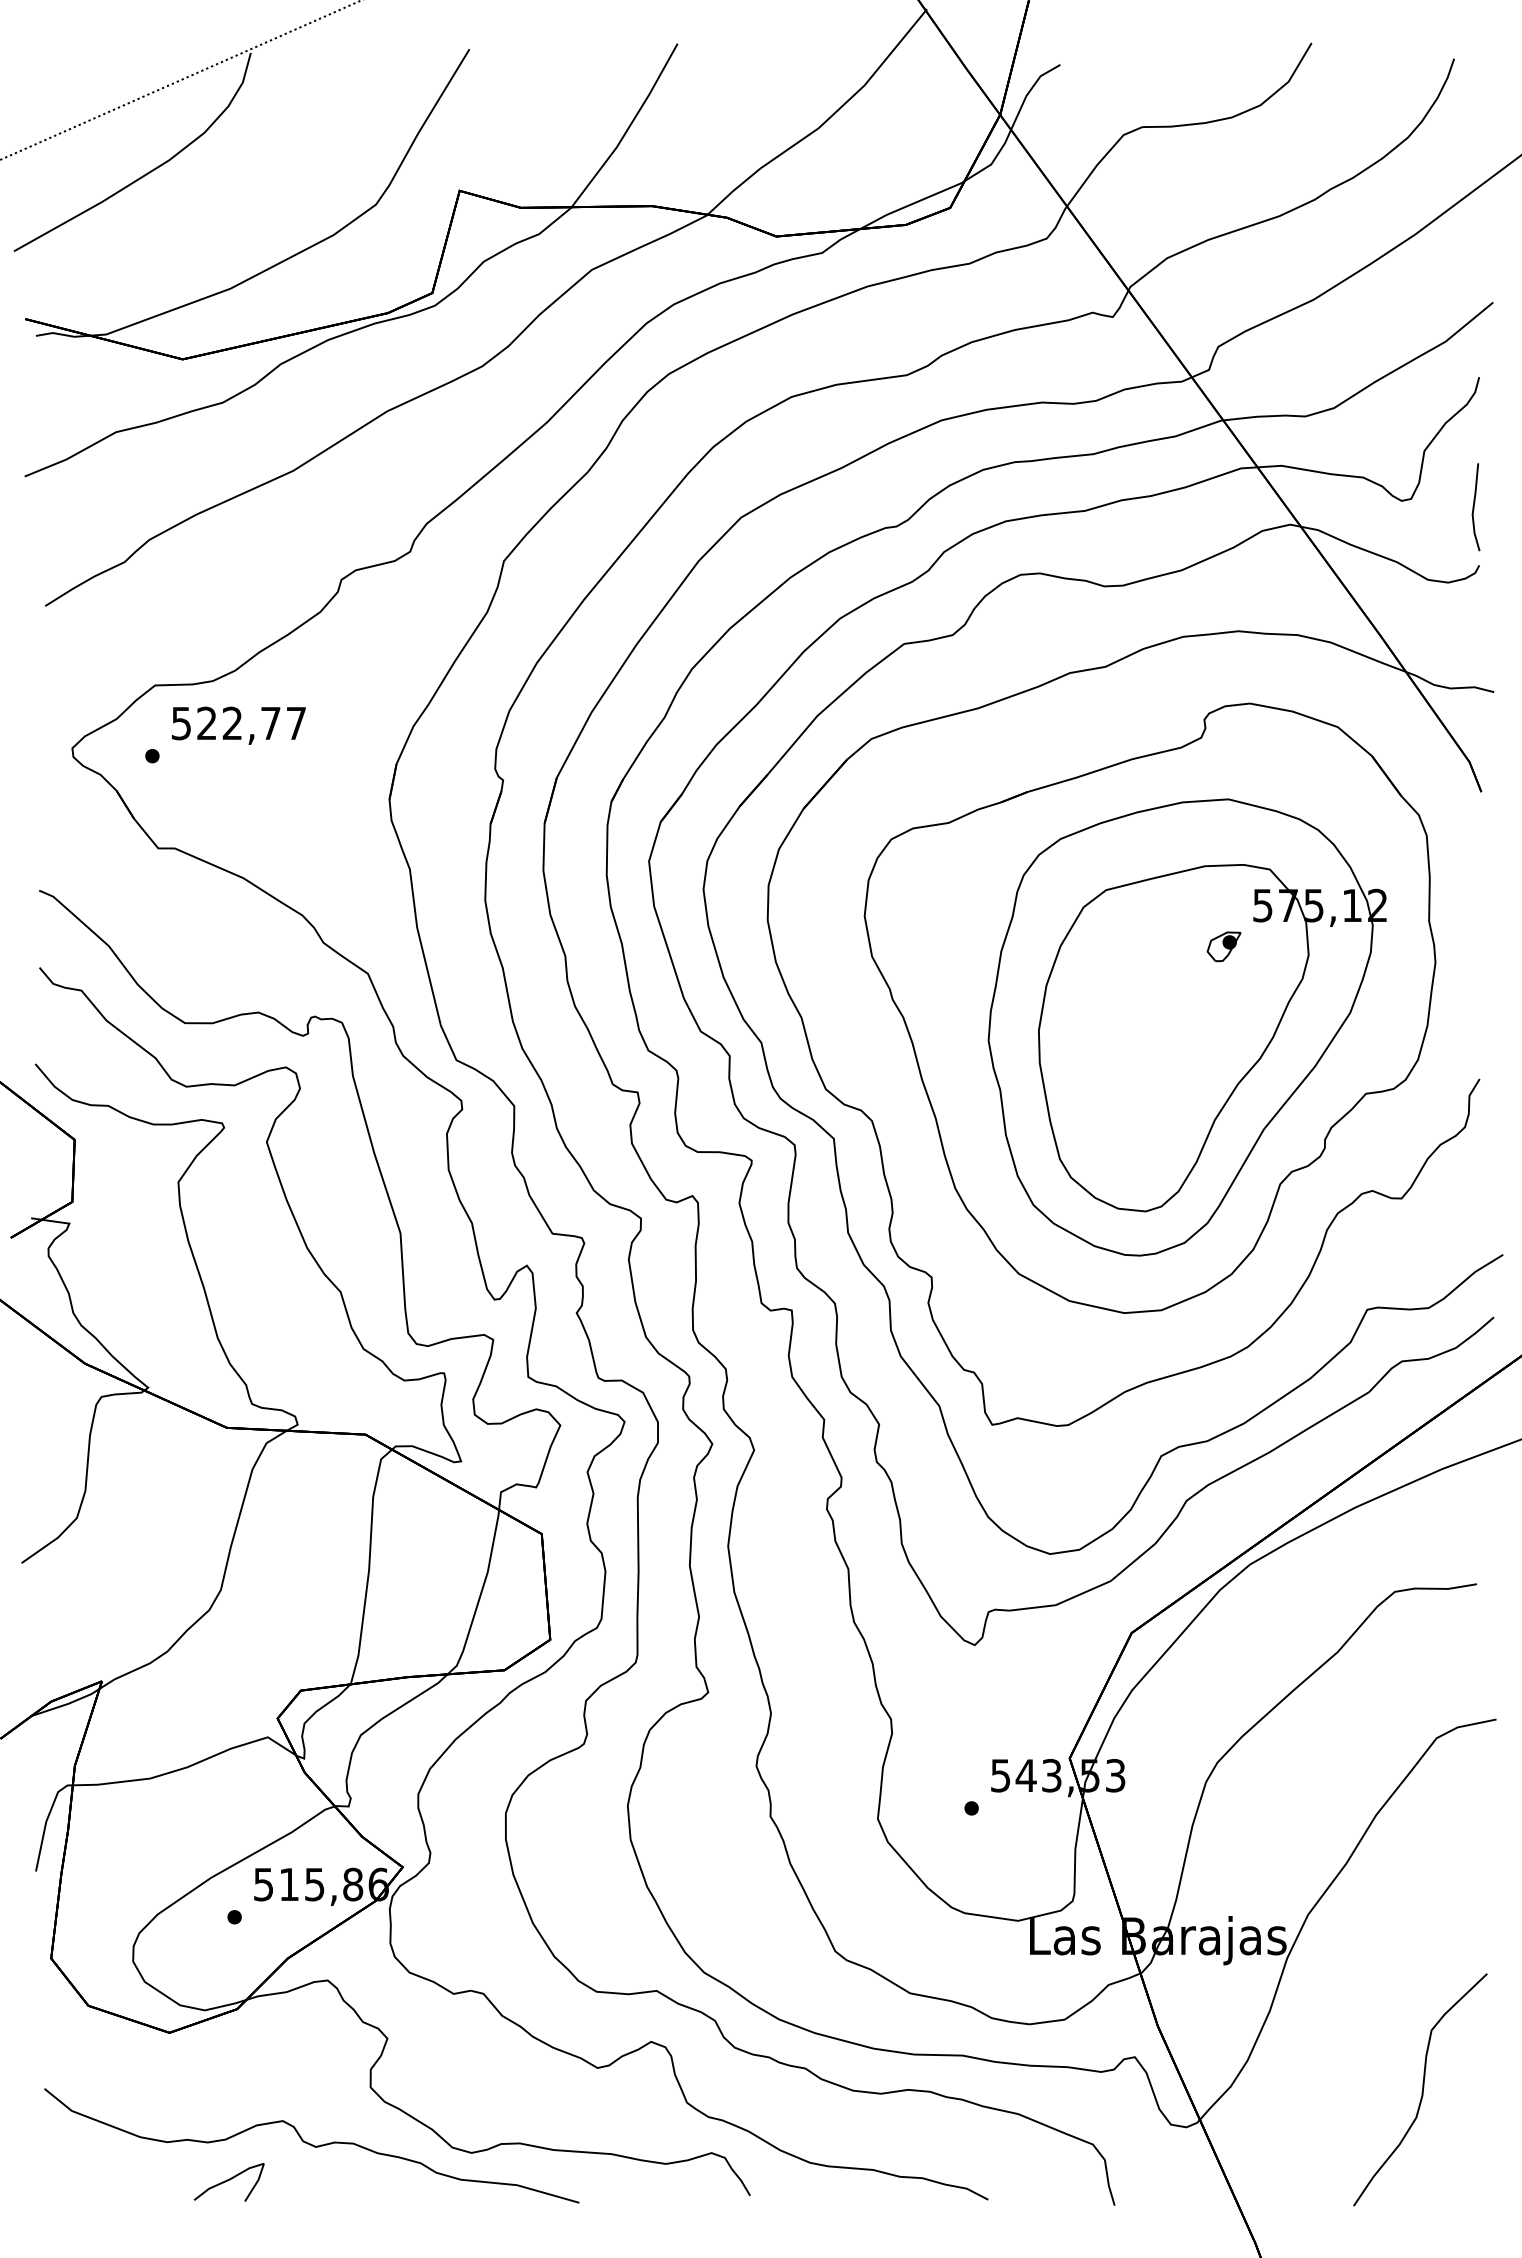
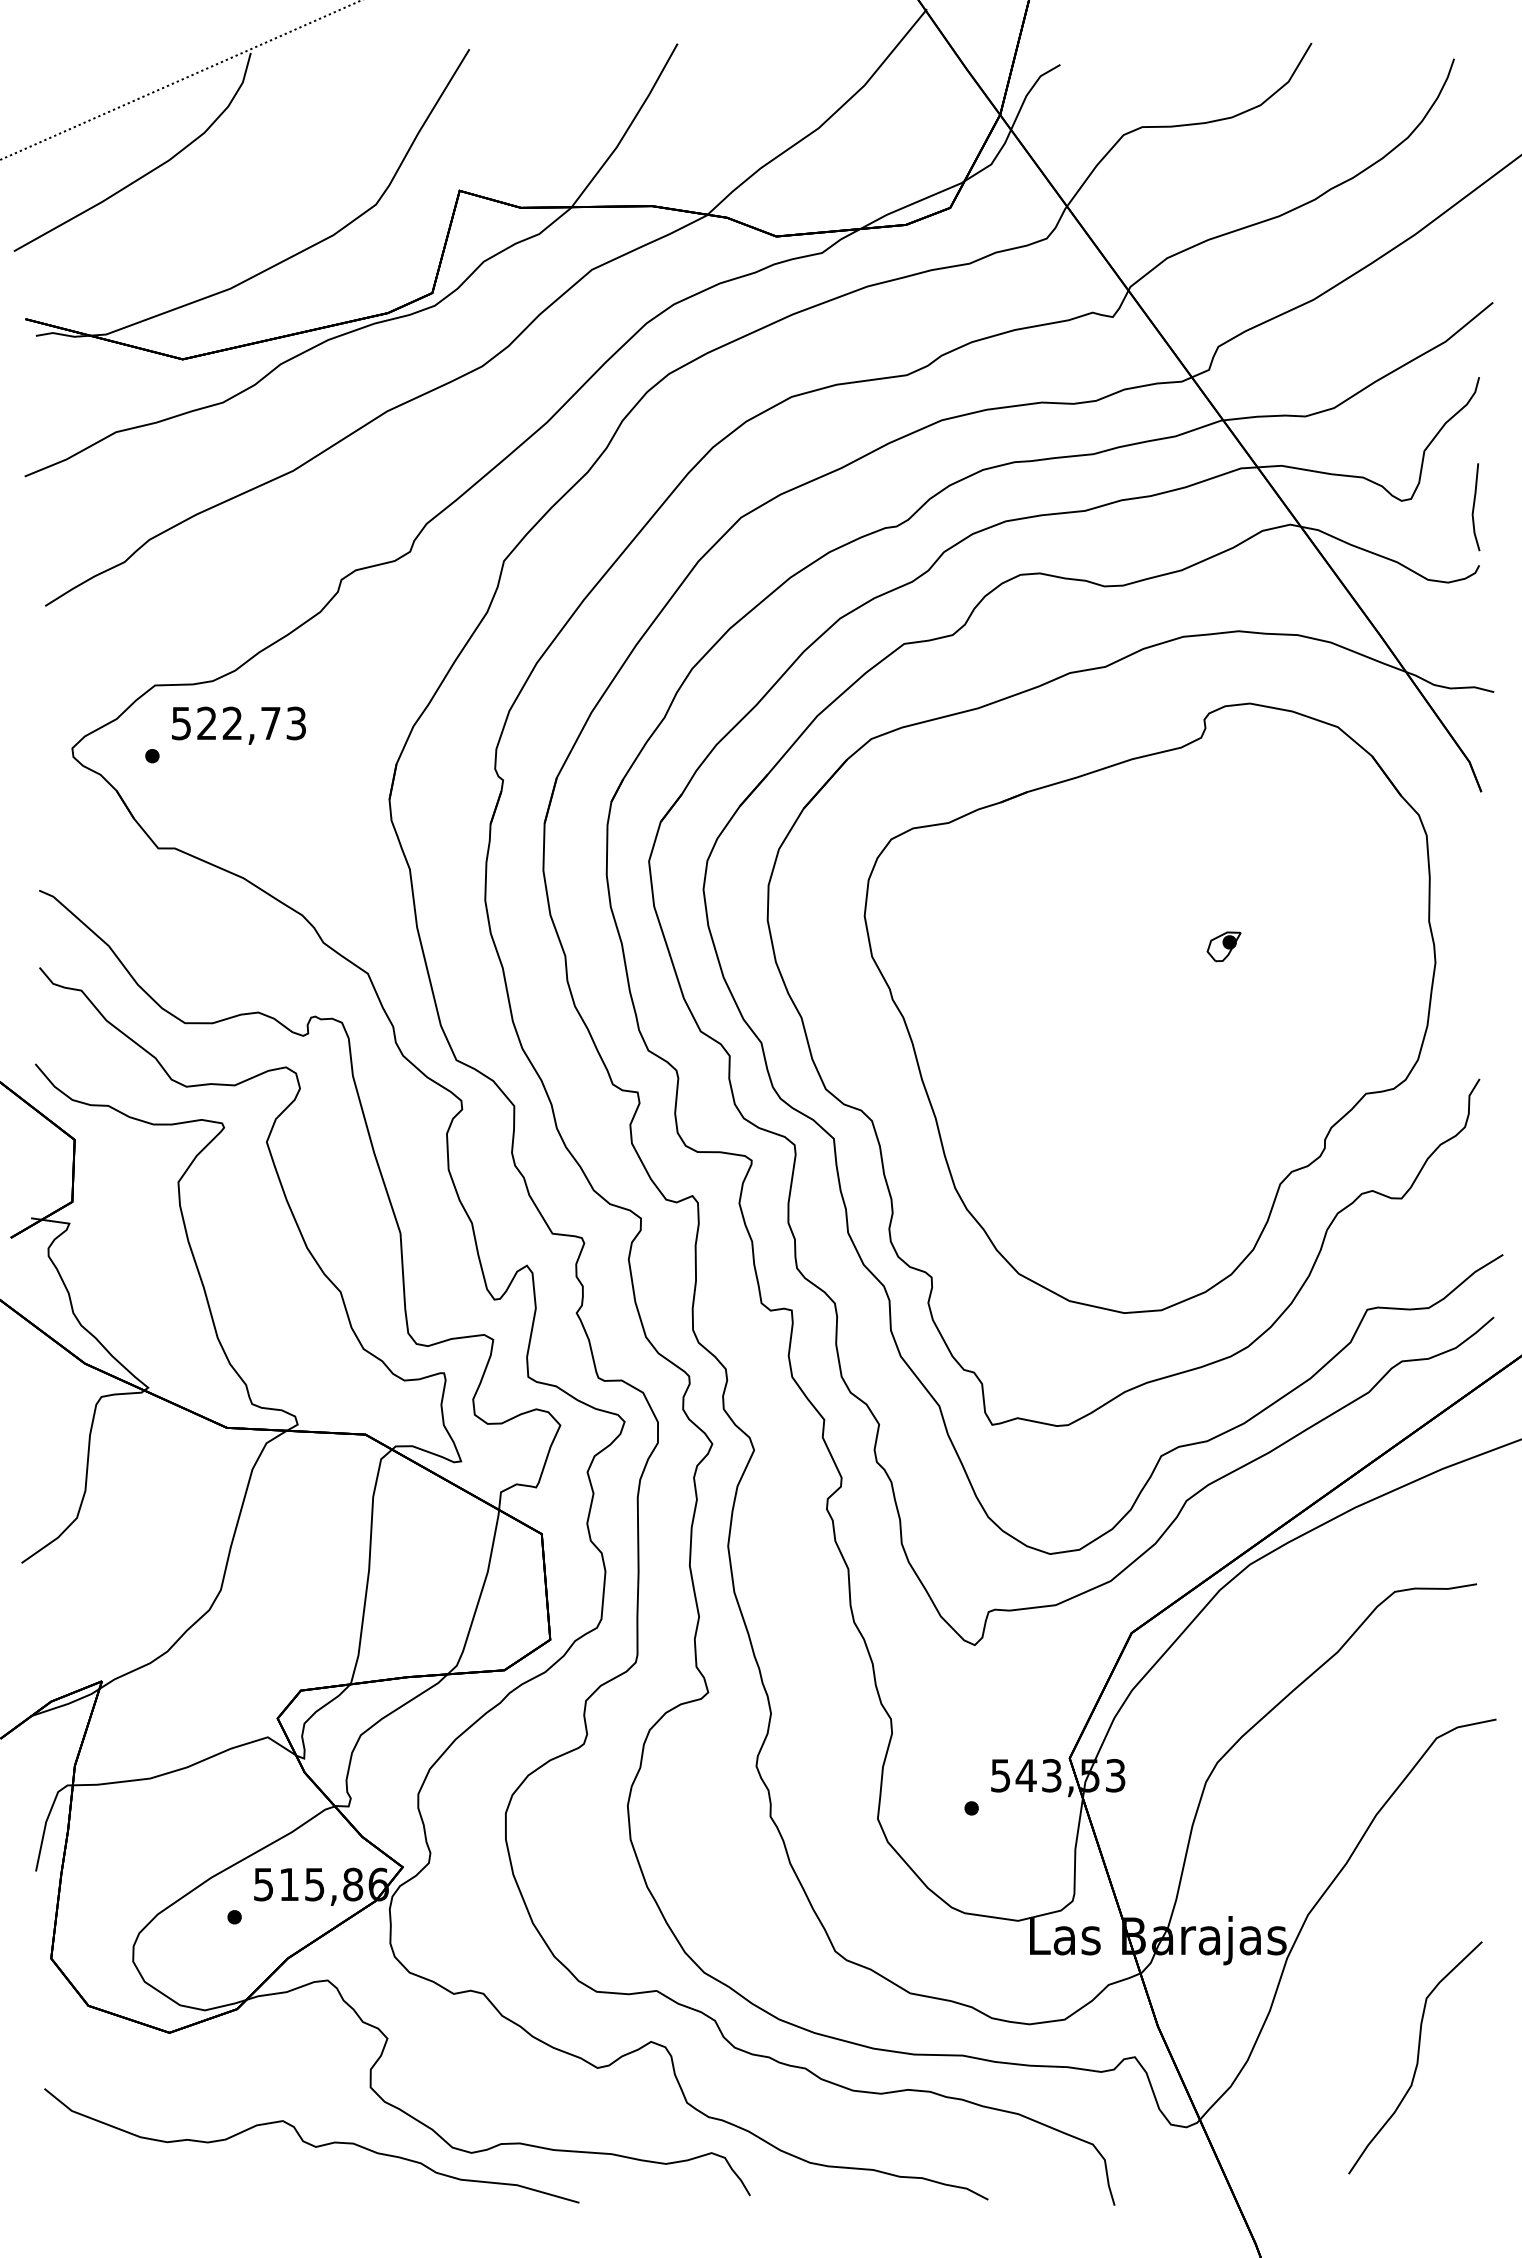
text at (295, 723): 522,77 -> 522,73
part at (1186, 1027): present -> none
curve at (1422, 2089) position: (1422, 2089) -> (1417, 2057)
curve at (228, 2181): present -> none
